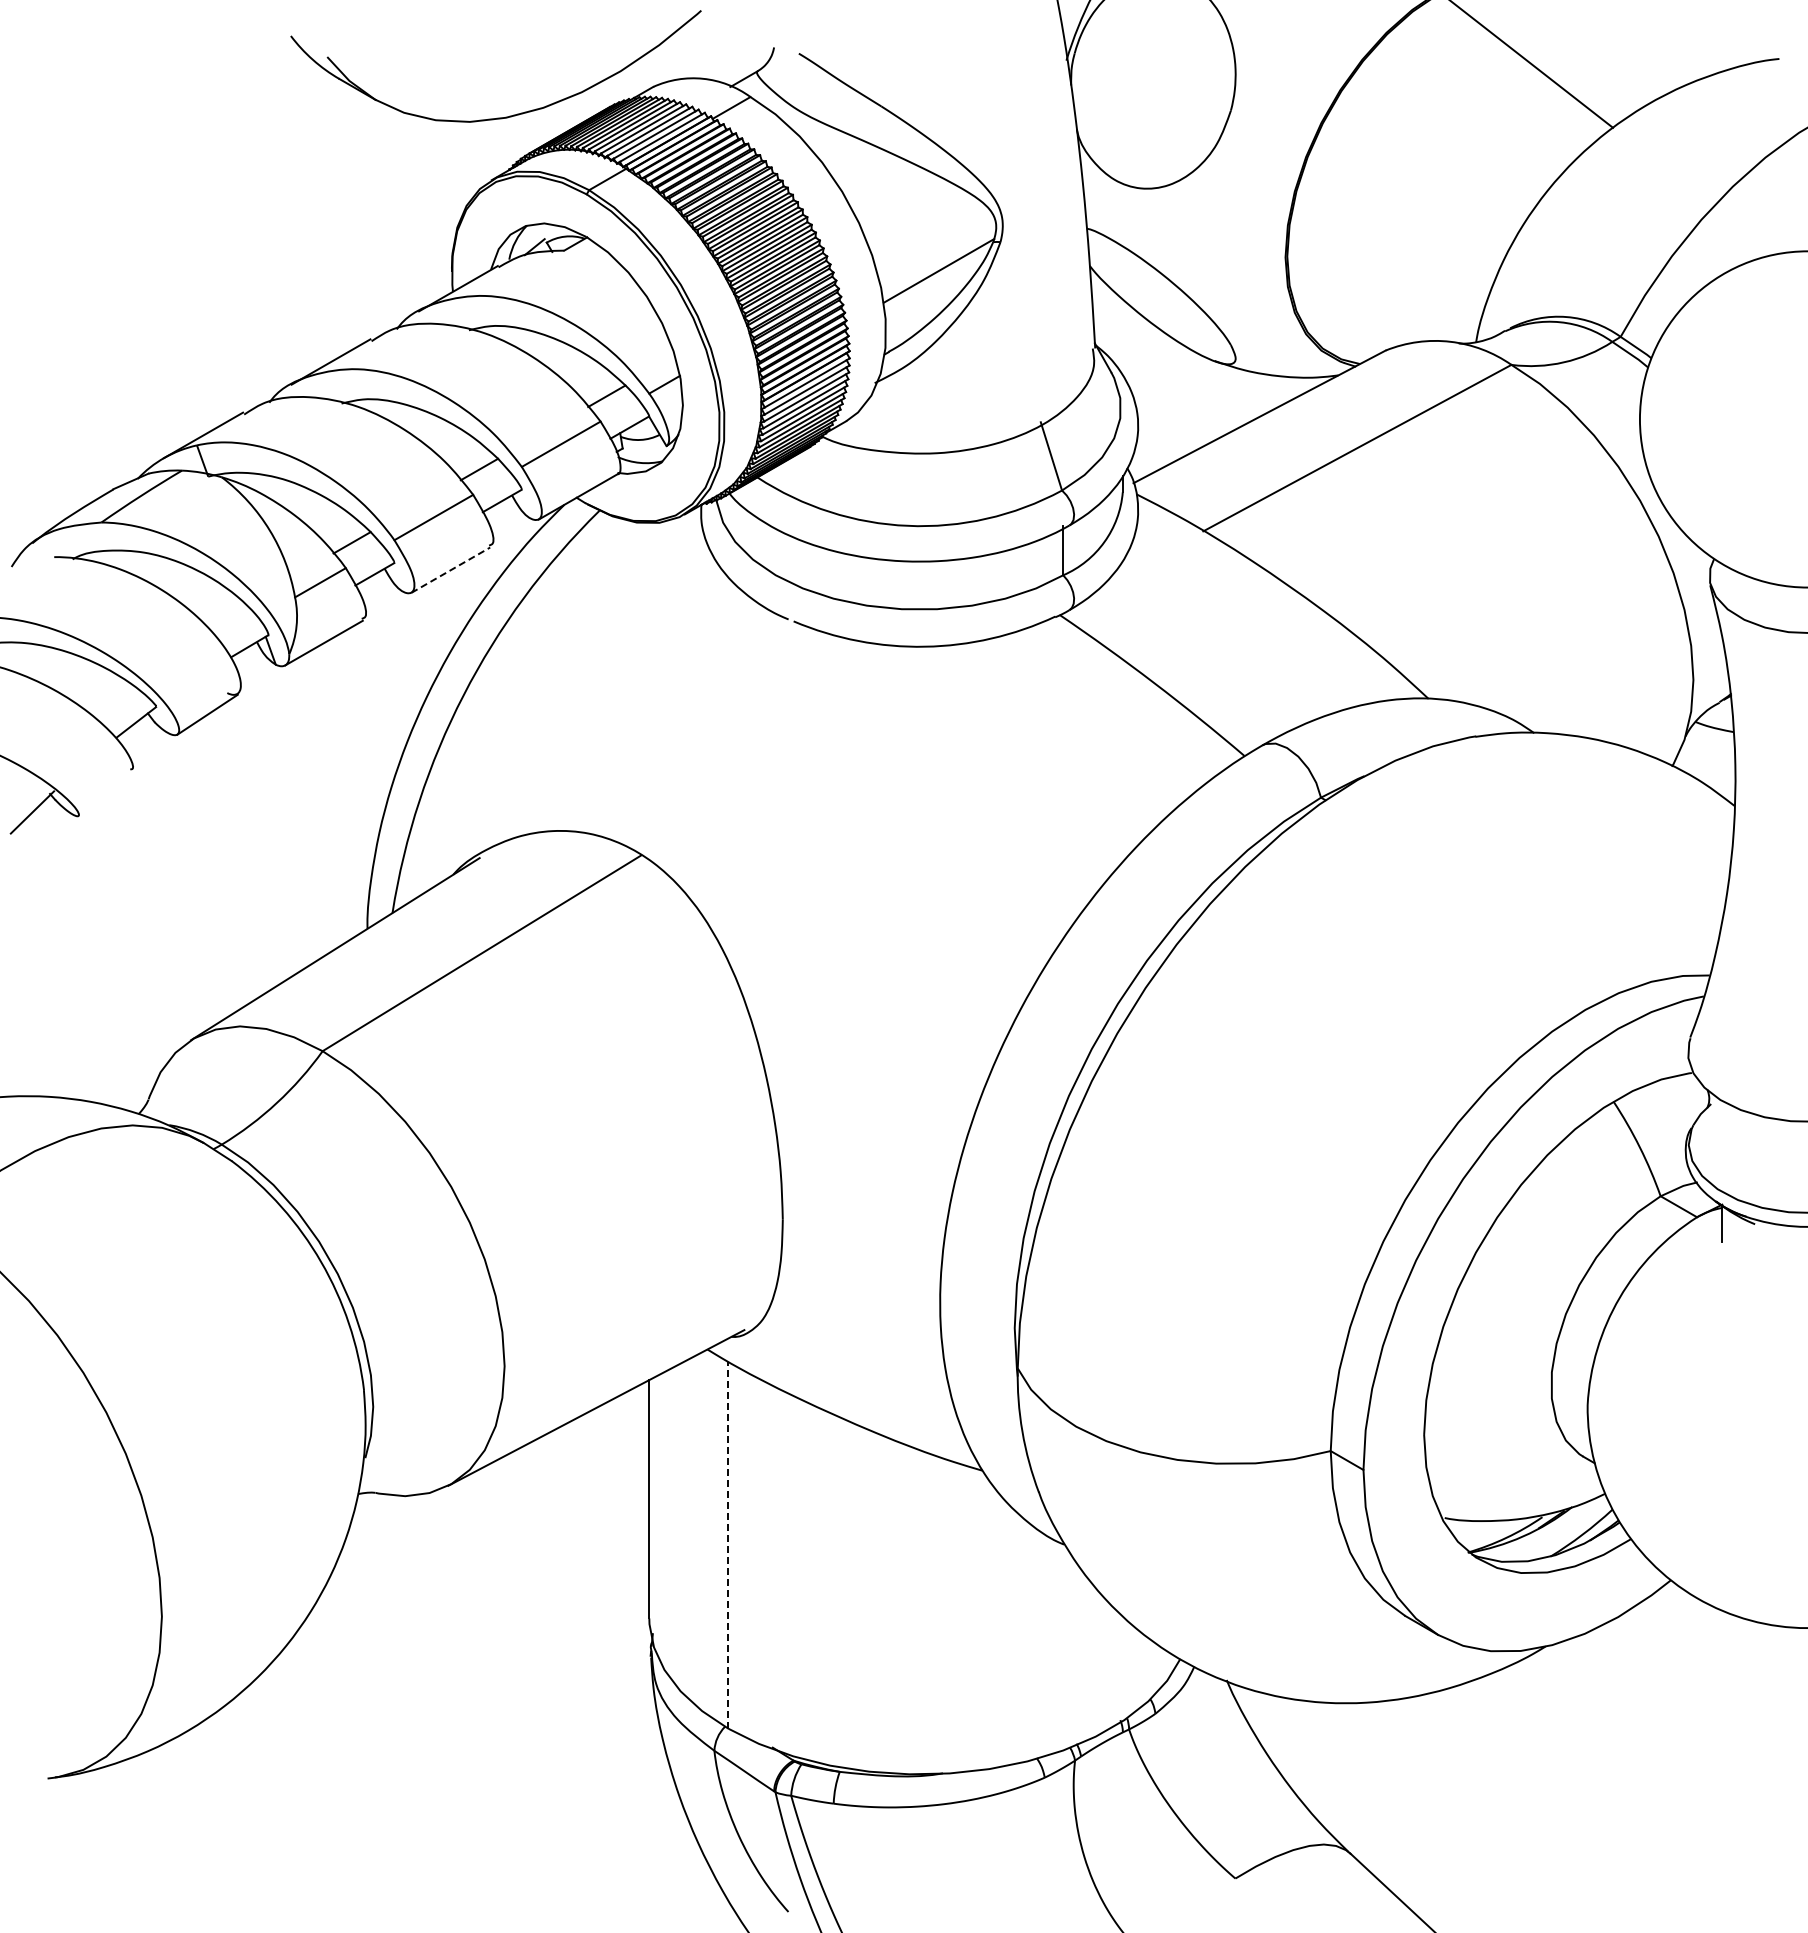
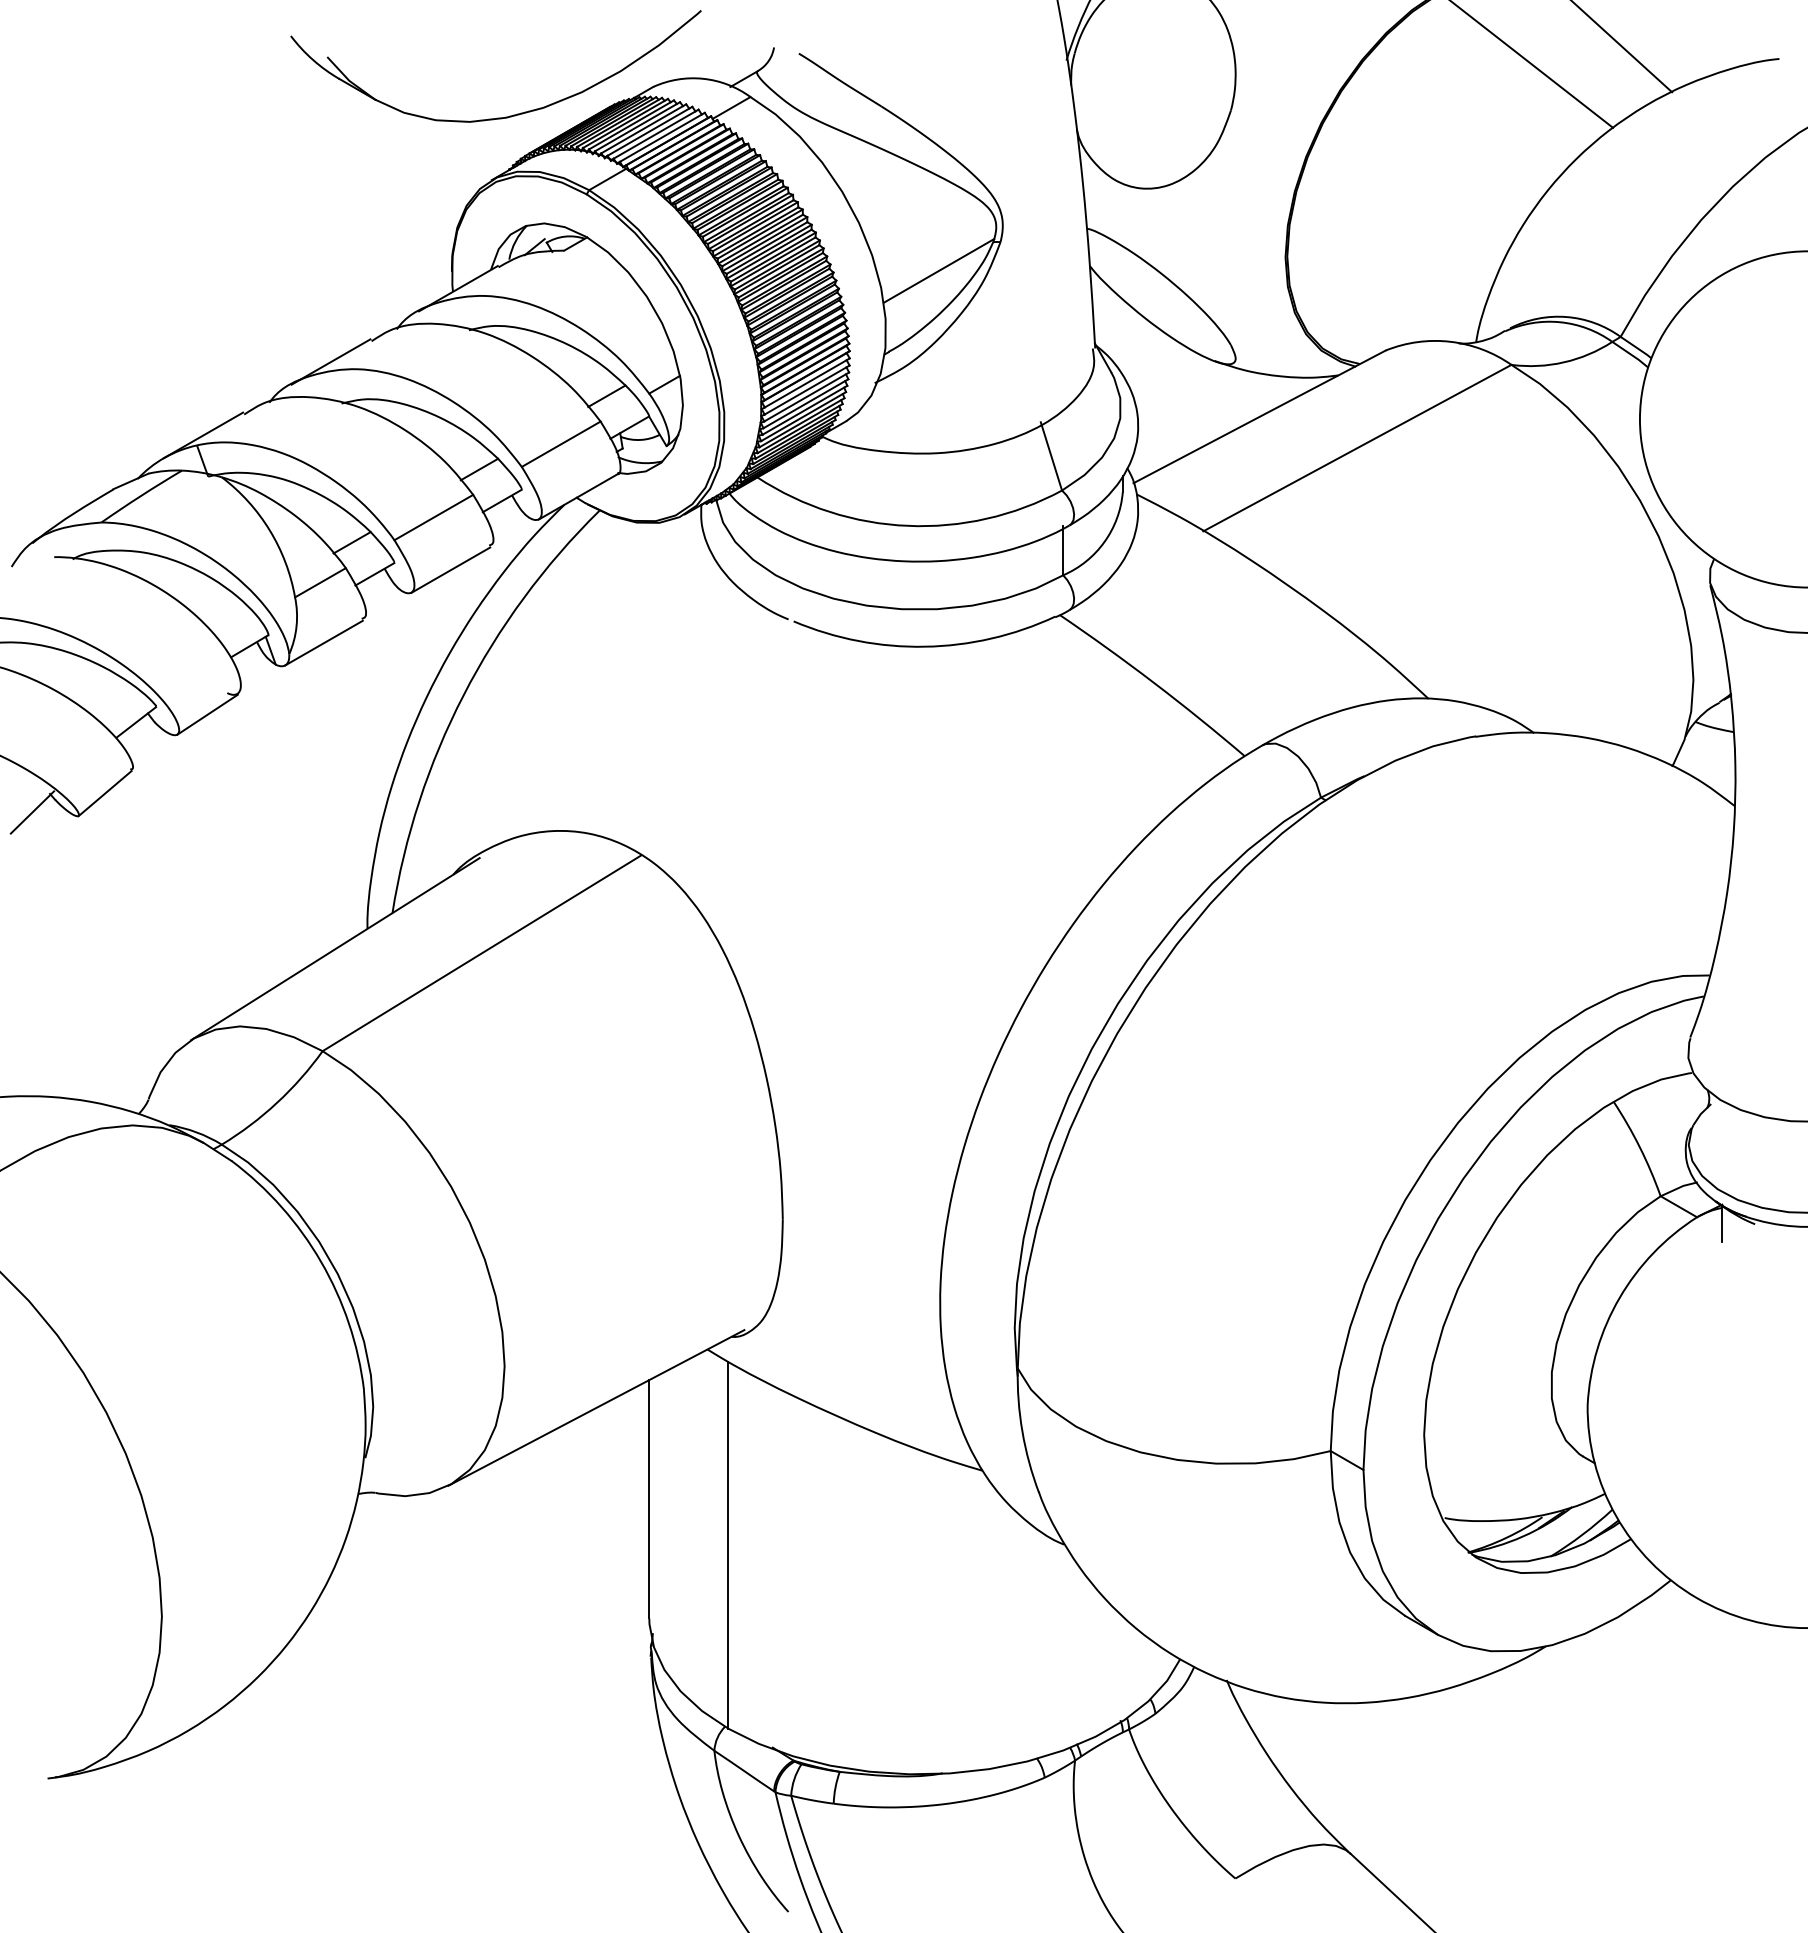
line at (1622, 47): none -> present
line at (451, 569): dashed -> solid
line at (104, 793): none -> present
line at (728, 1545): dashed -> solid
